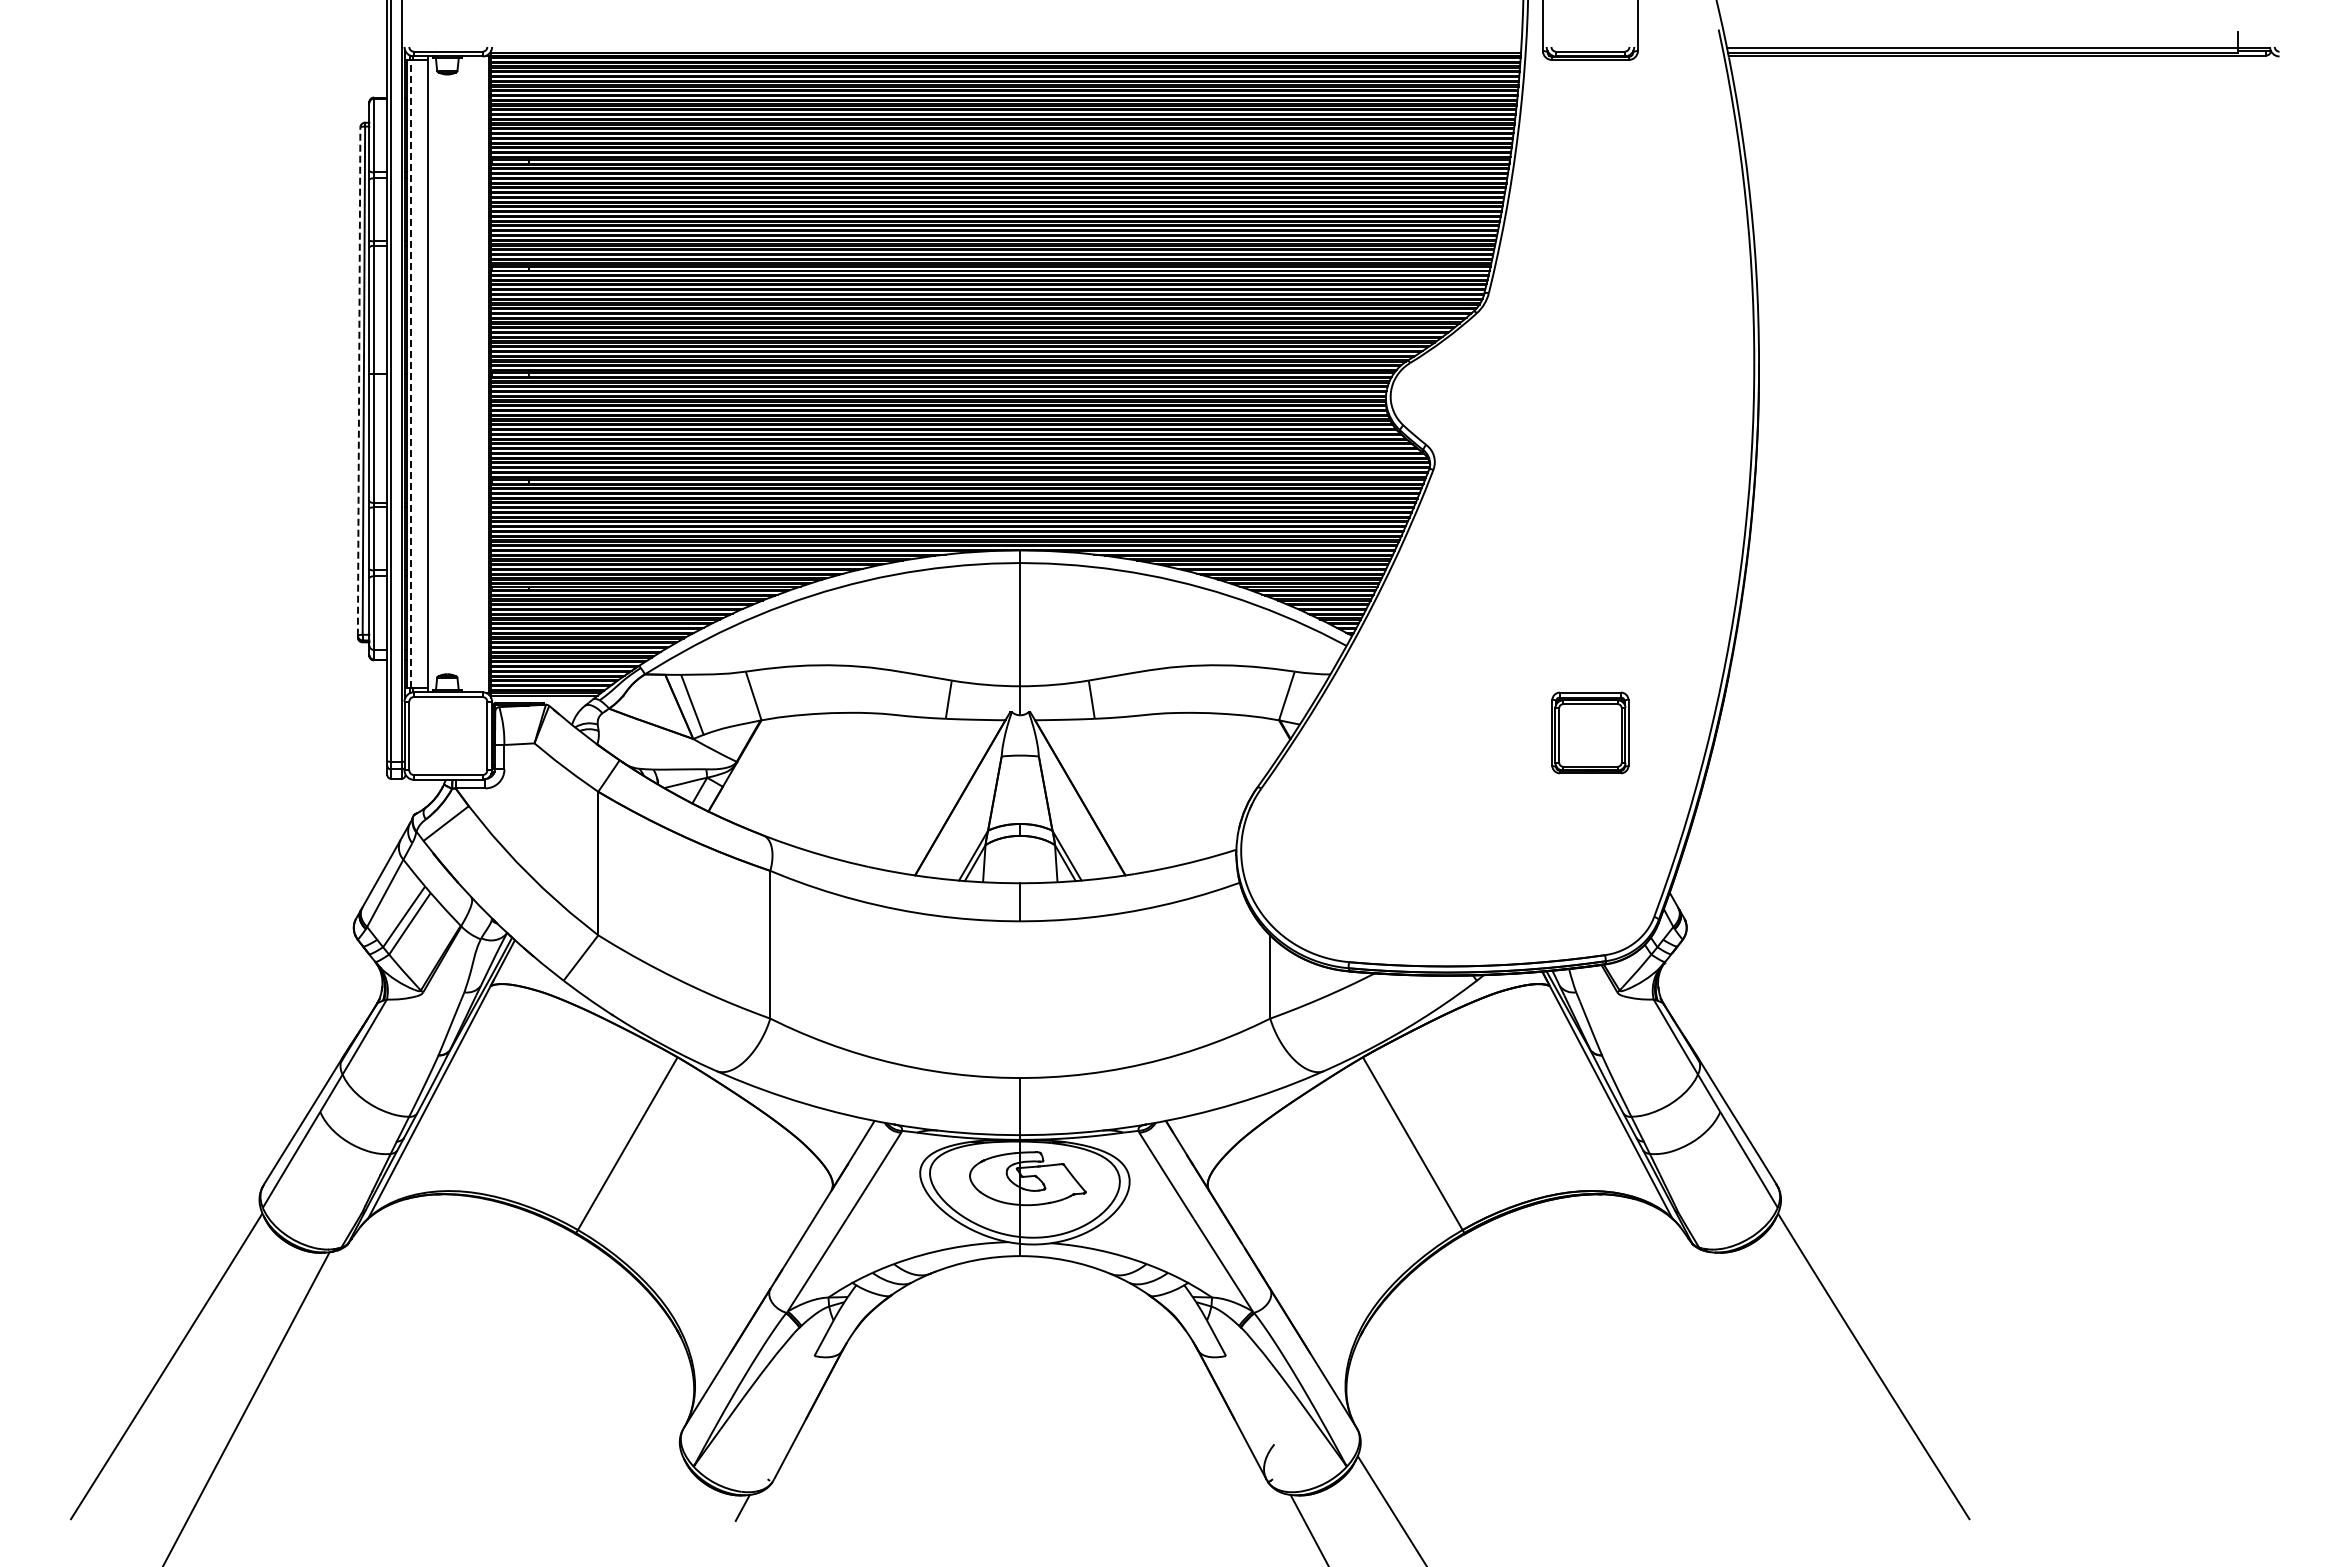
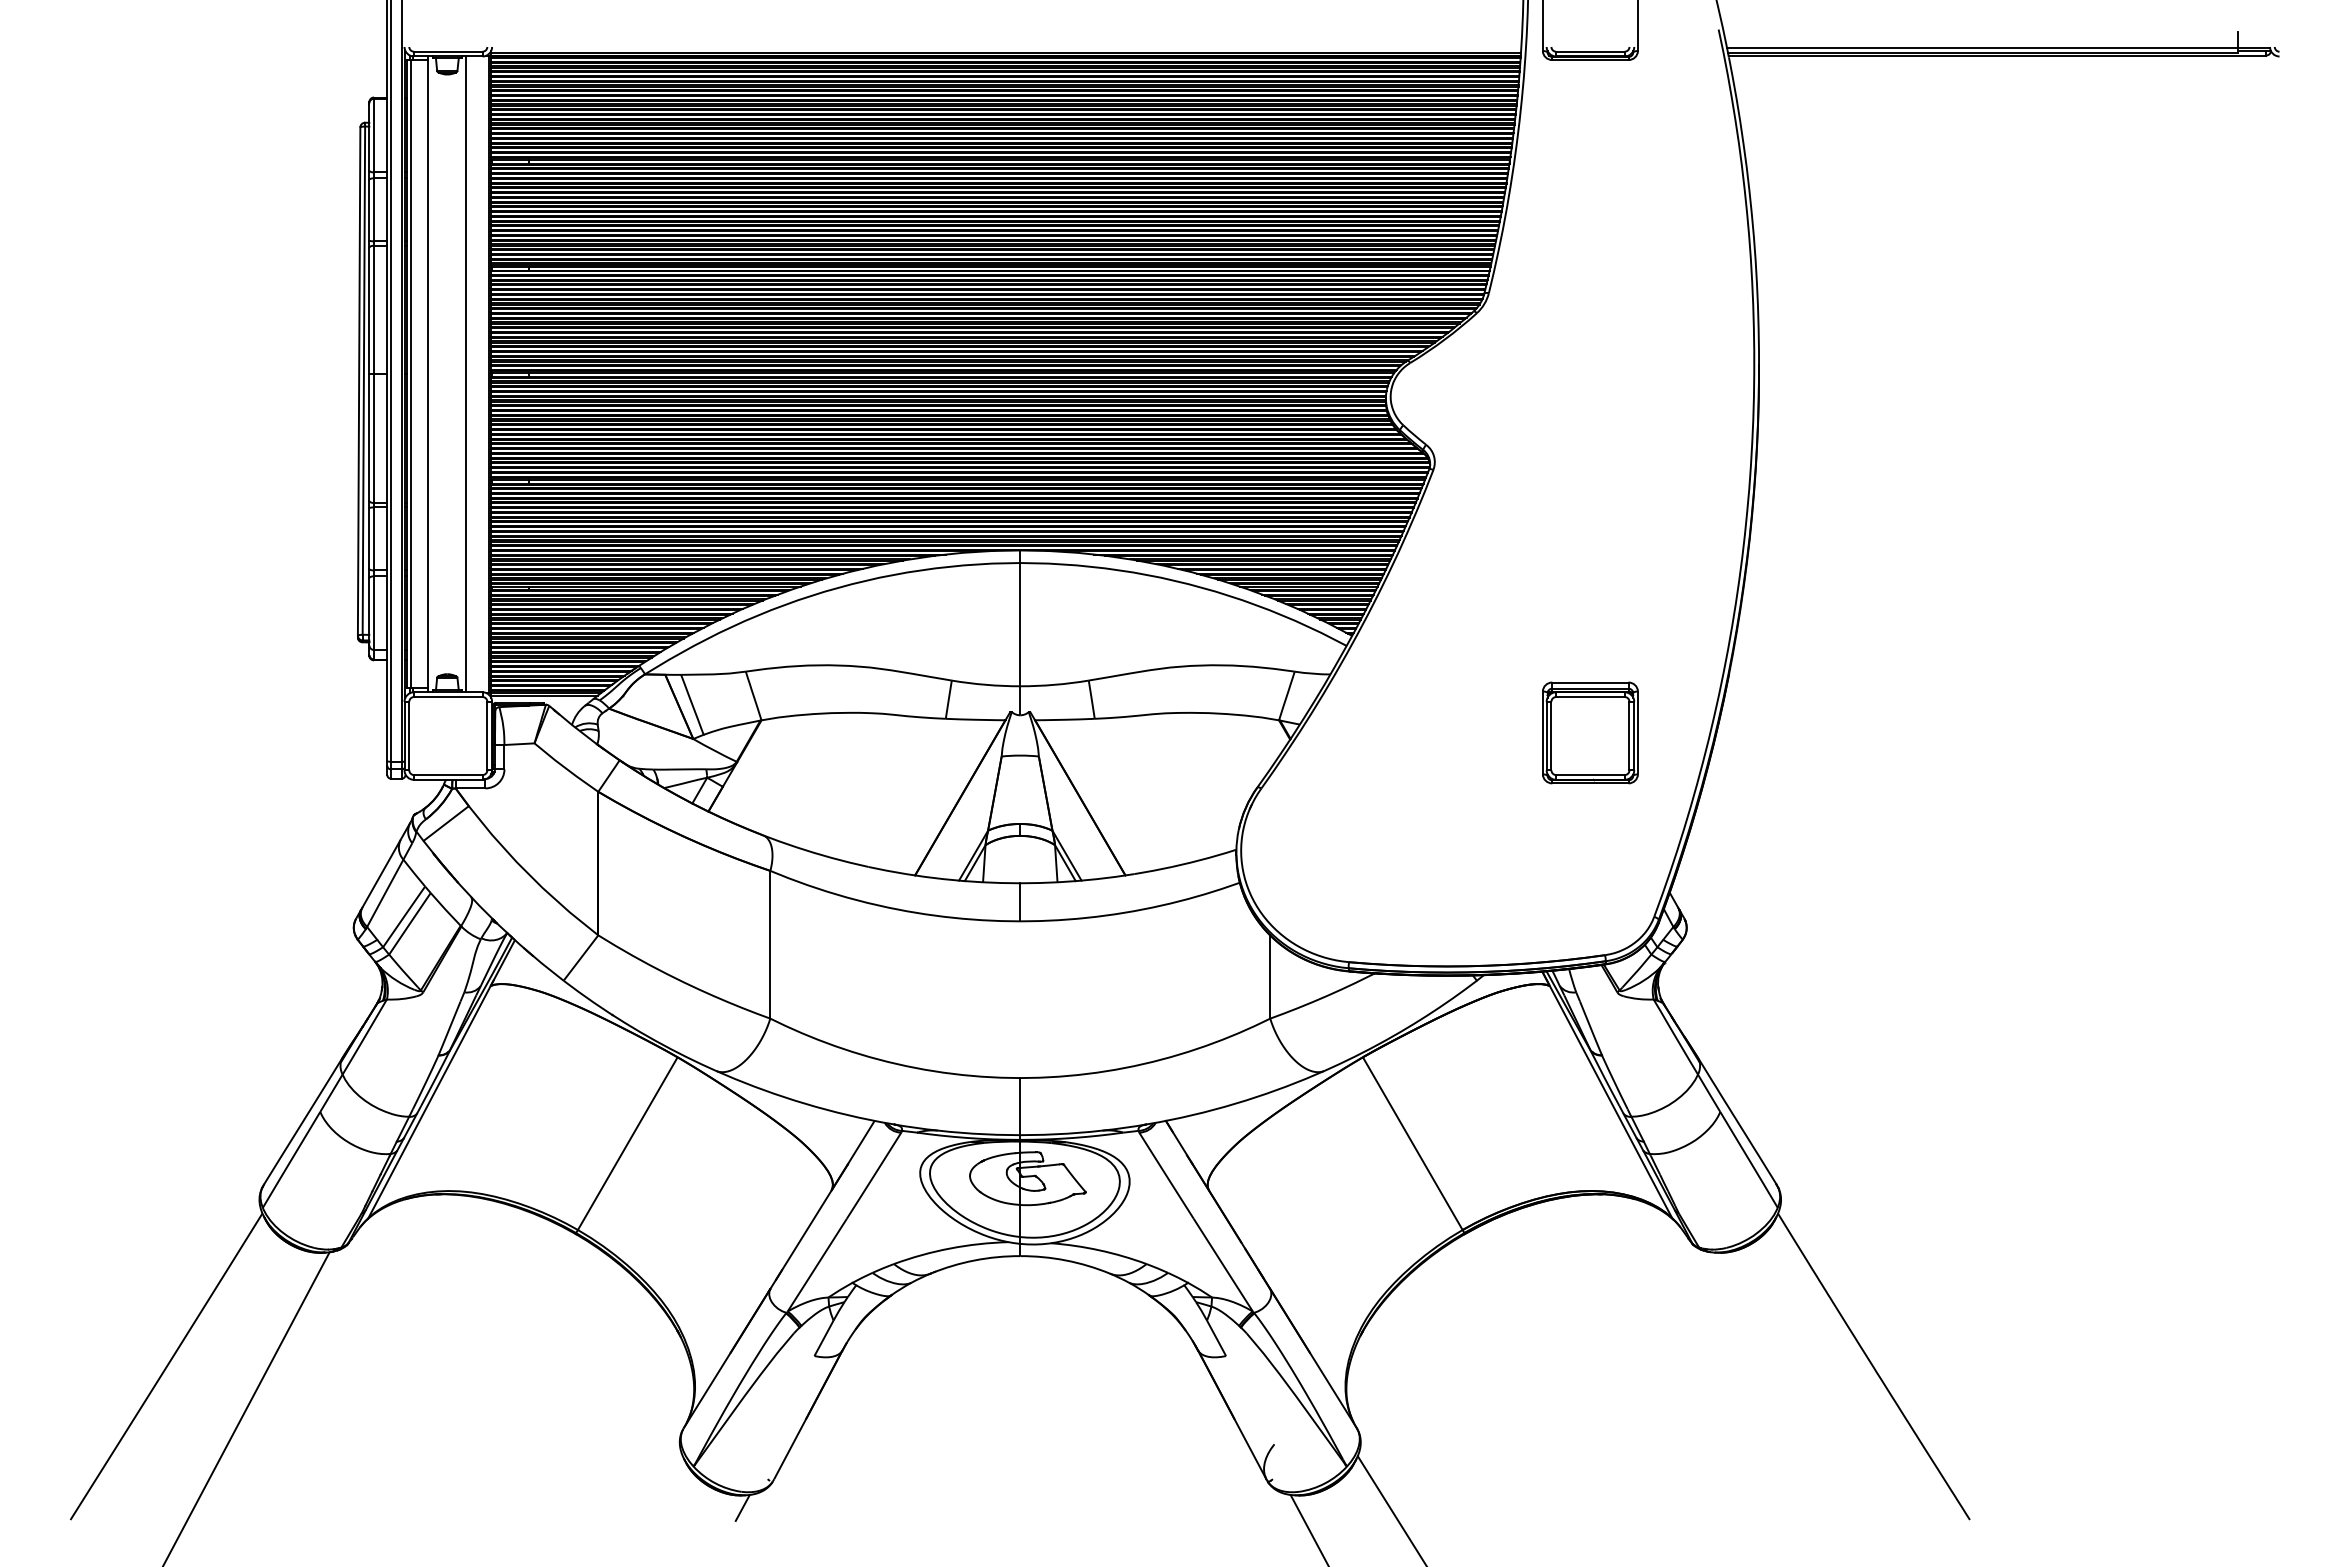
line at (411, 373): dashed -> solid
line at (466, 374): none -> present
line at (359, 381): dashed -> solid
part at (1590, 732) size: 79x84 px -> 97x104 px
